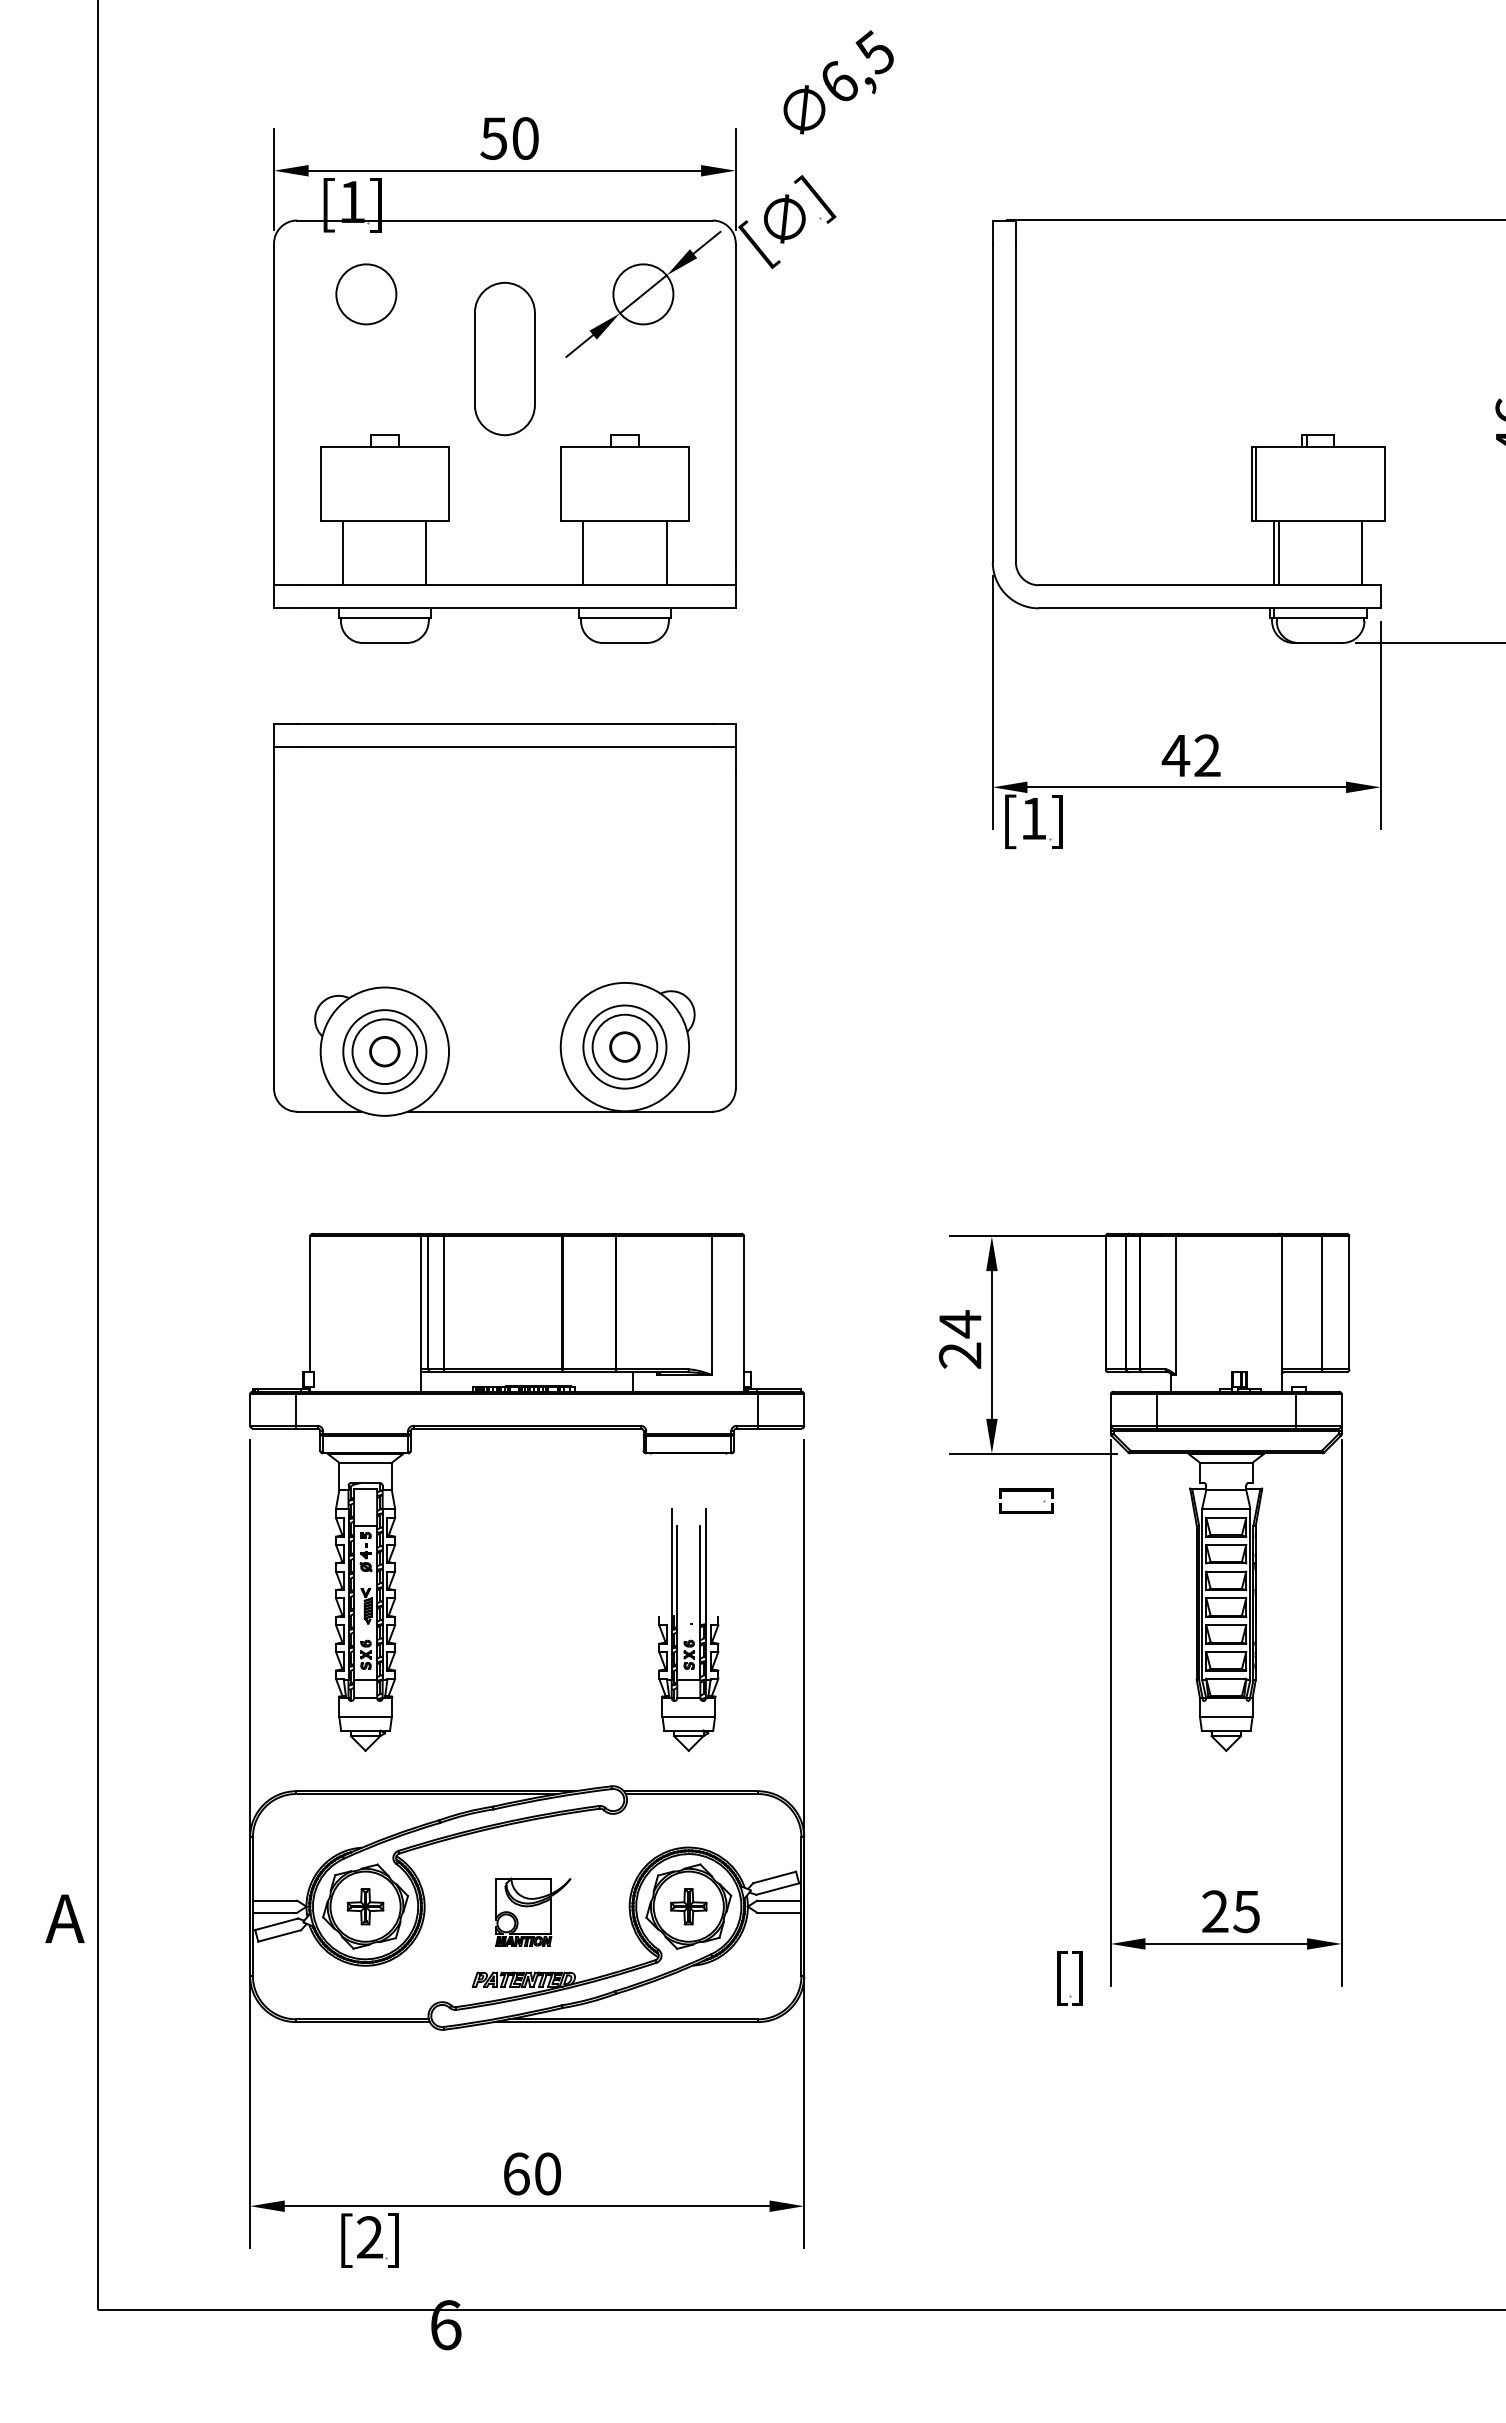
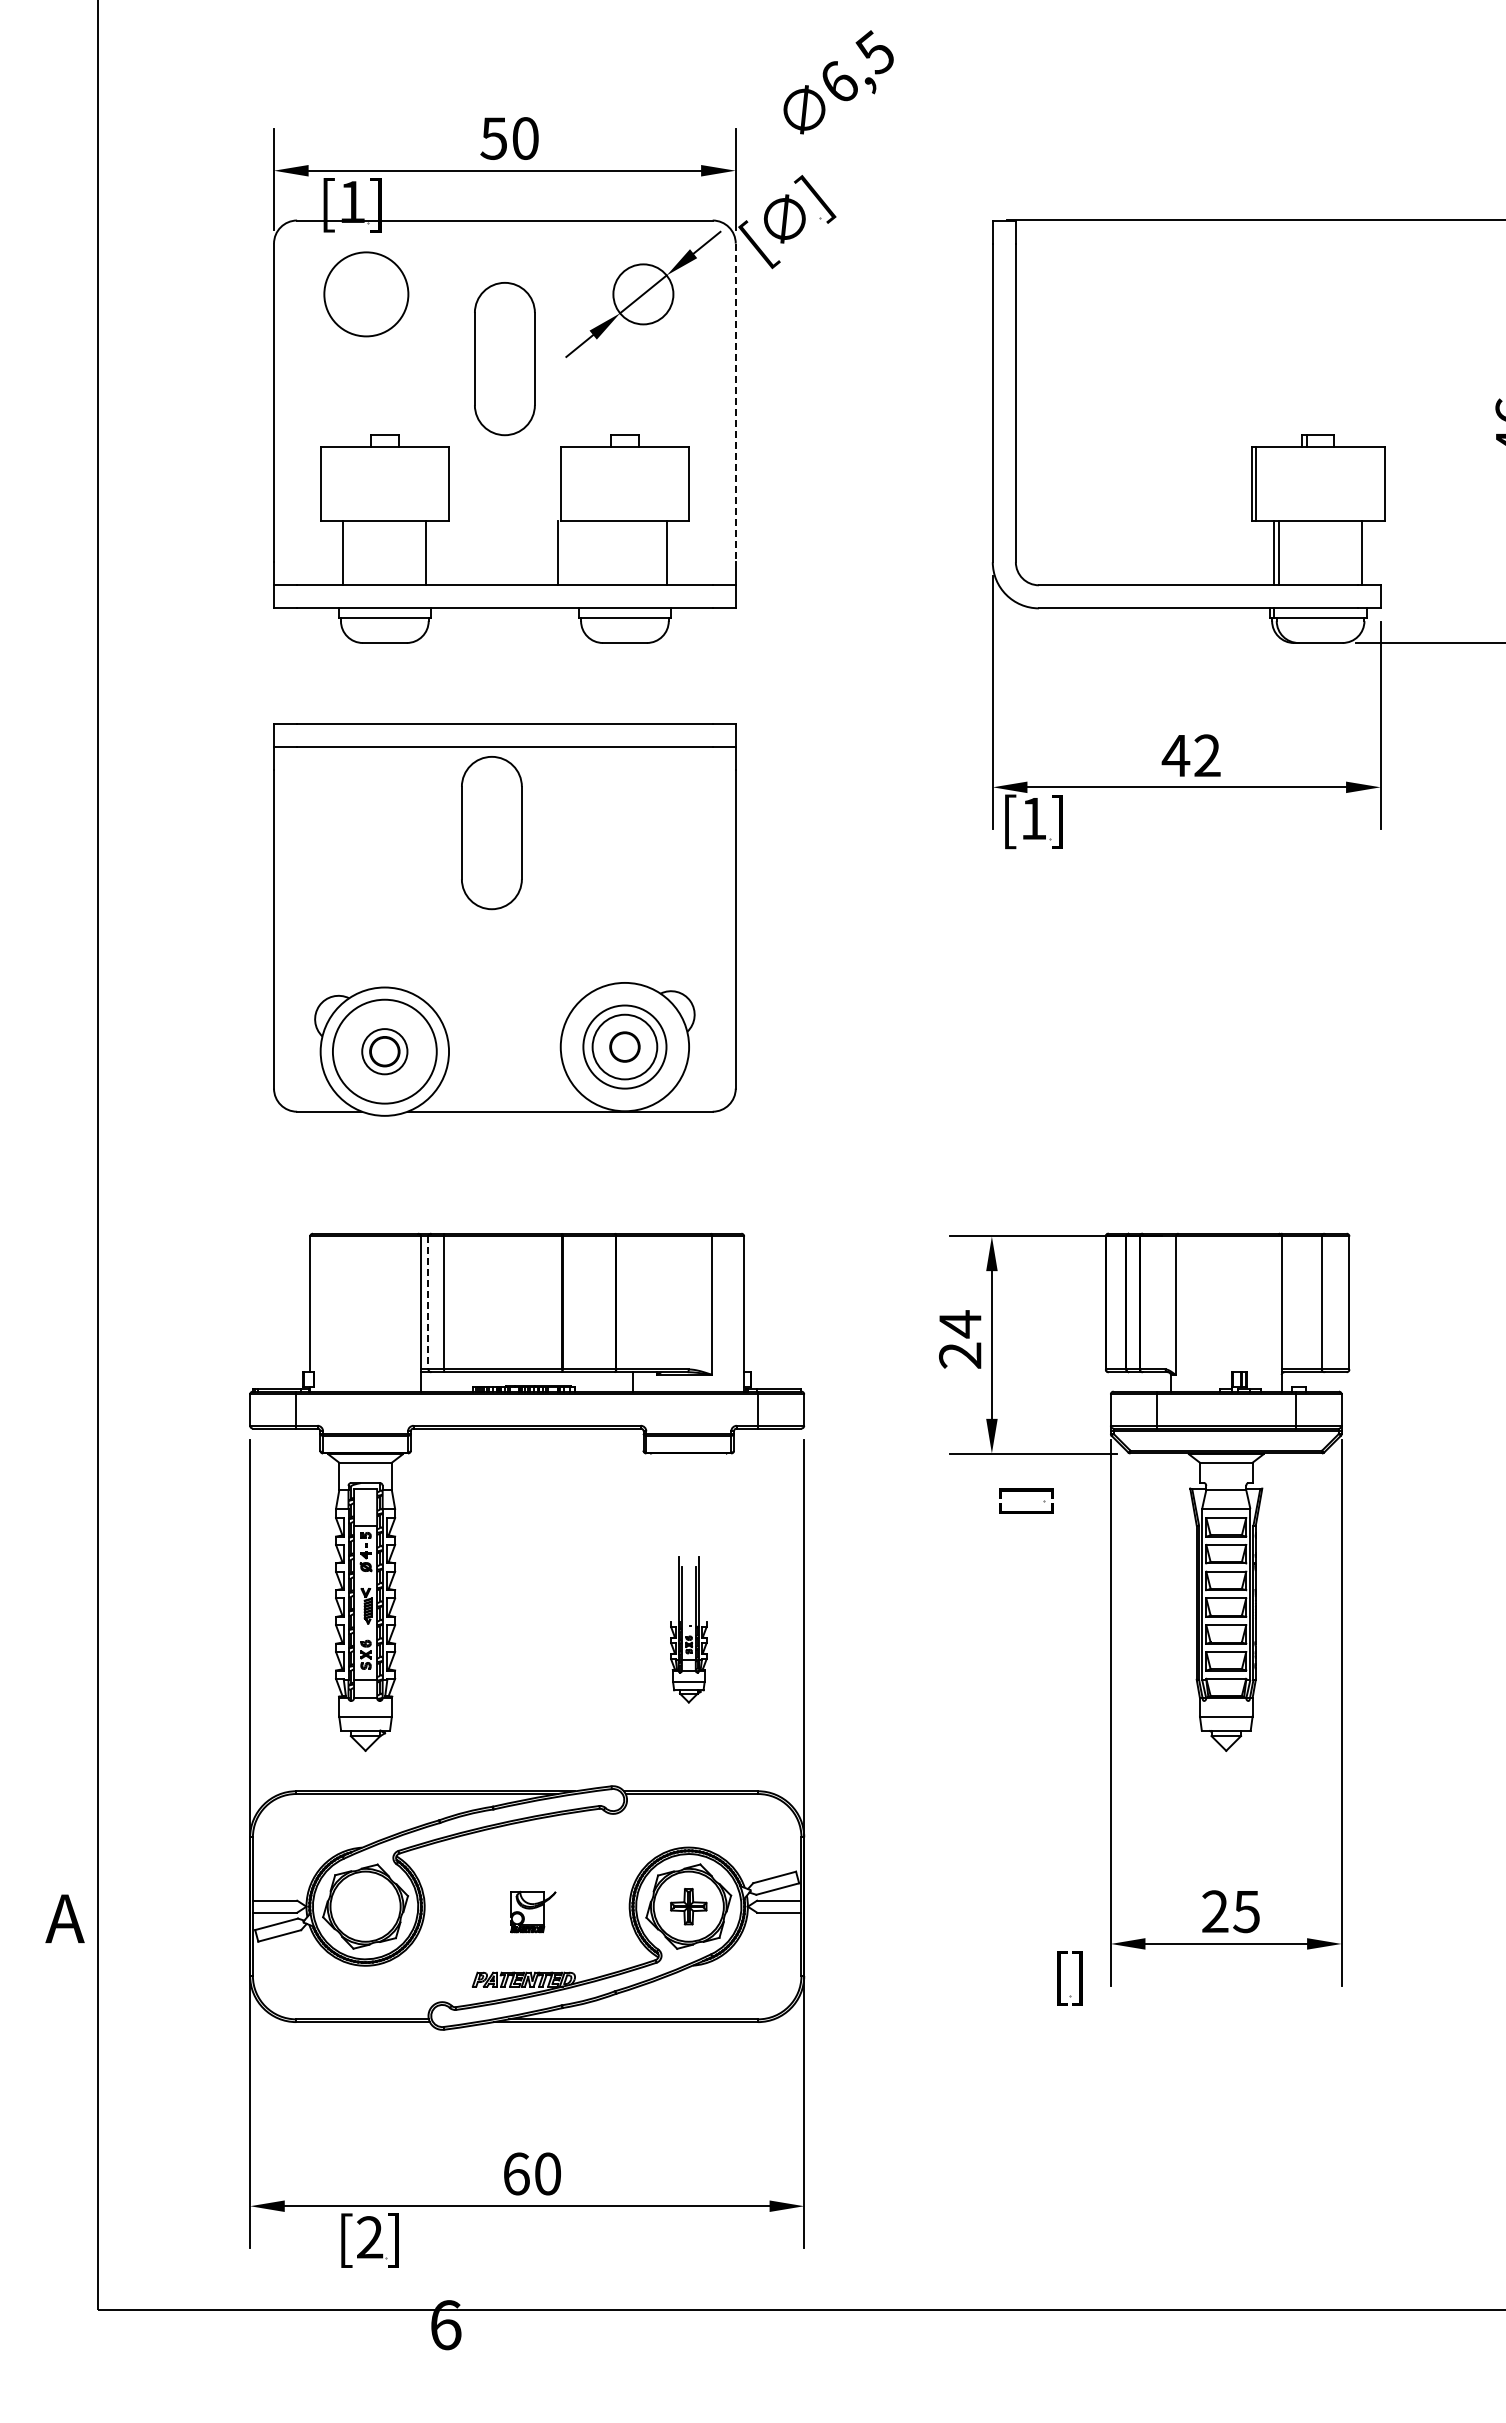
circle at (366, 294) diameter: 60 px -> 84 px
line at (735, 403): solid -> dashed
line at (583, 552) position: (583, 552) -> (558, 552)
part at (491, 833): none -> present
circle at (384, 1051) diameter: 65 px -> 45 px
circle at (384, 1051) diameter: 83 px -> 104 px
line at (428, 1303): solid -> dashed
part at (688, 1629) size: 62x244 px -> 38x148 px
part at (365, 1906): present -> none
part at (533, 1911) size: 77x70 px -> 47x44 px
